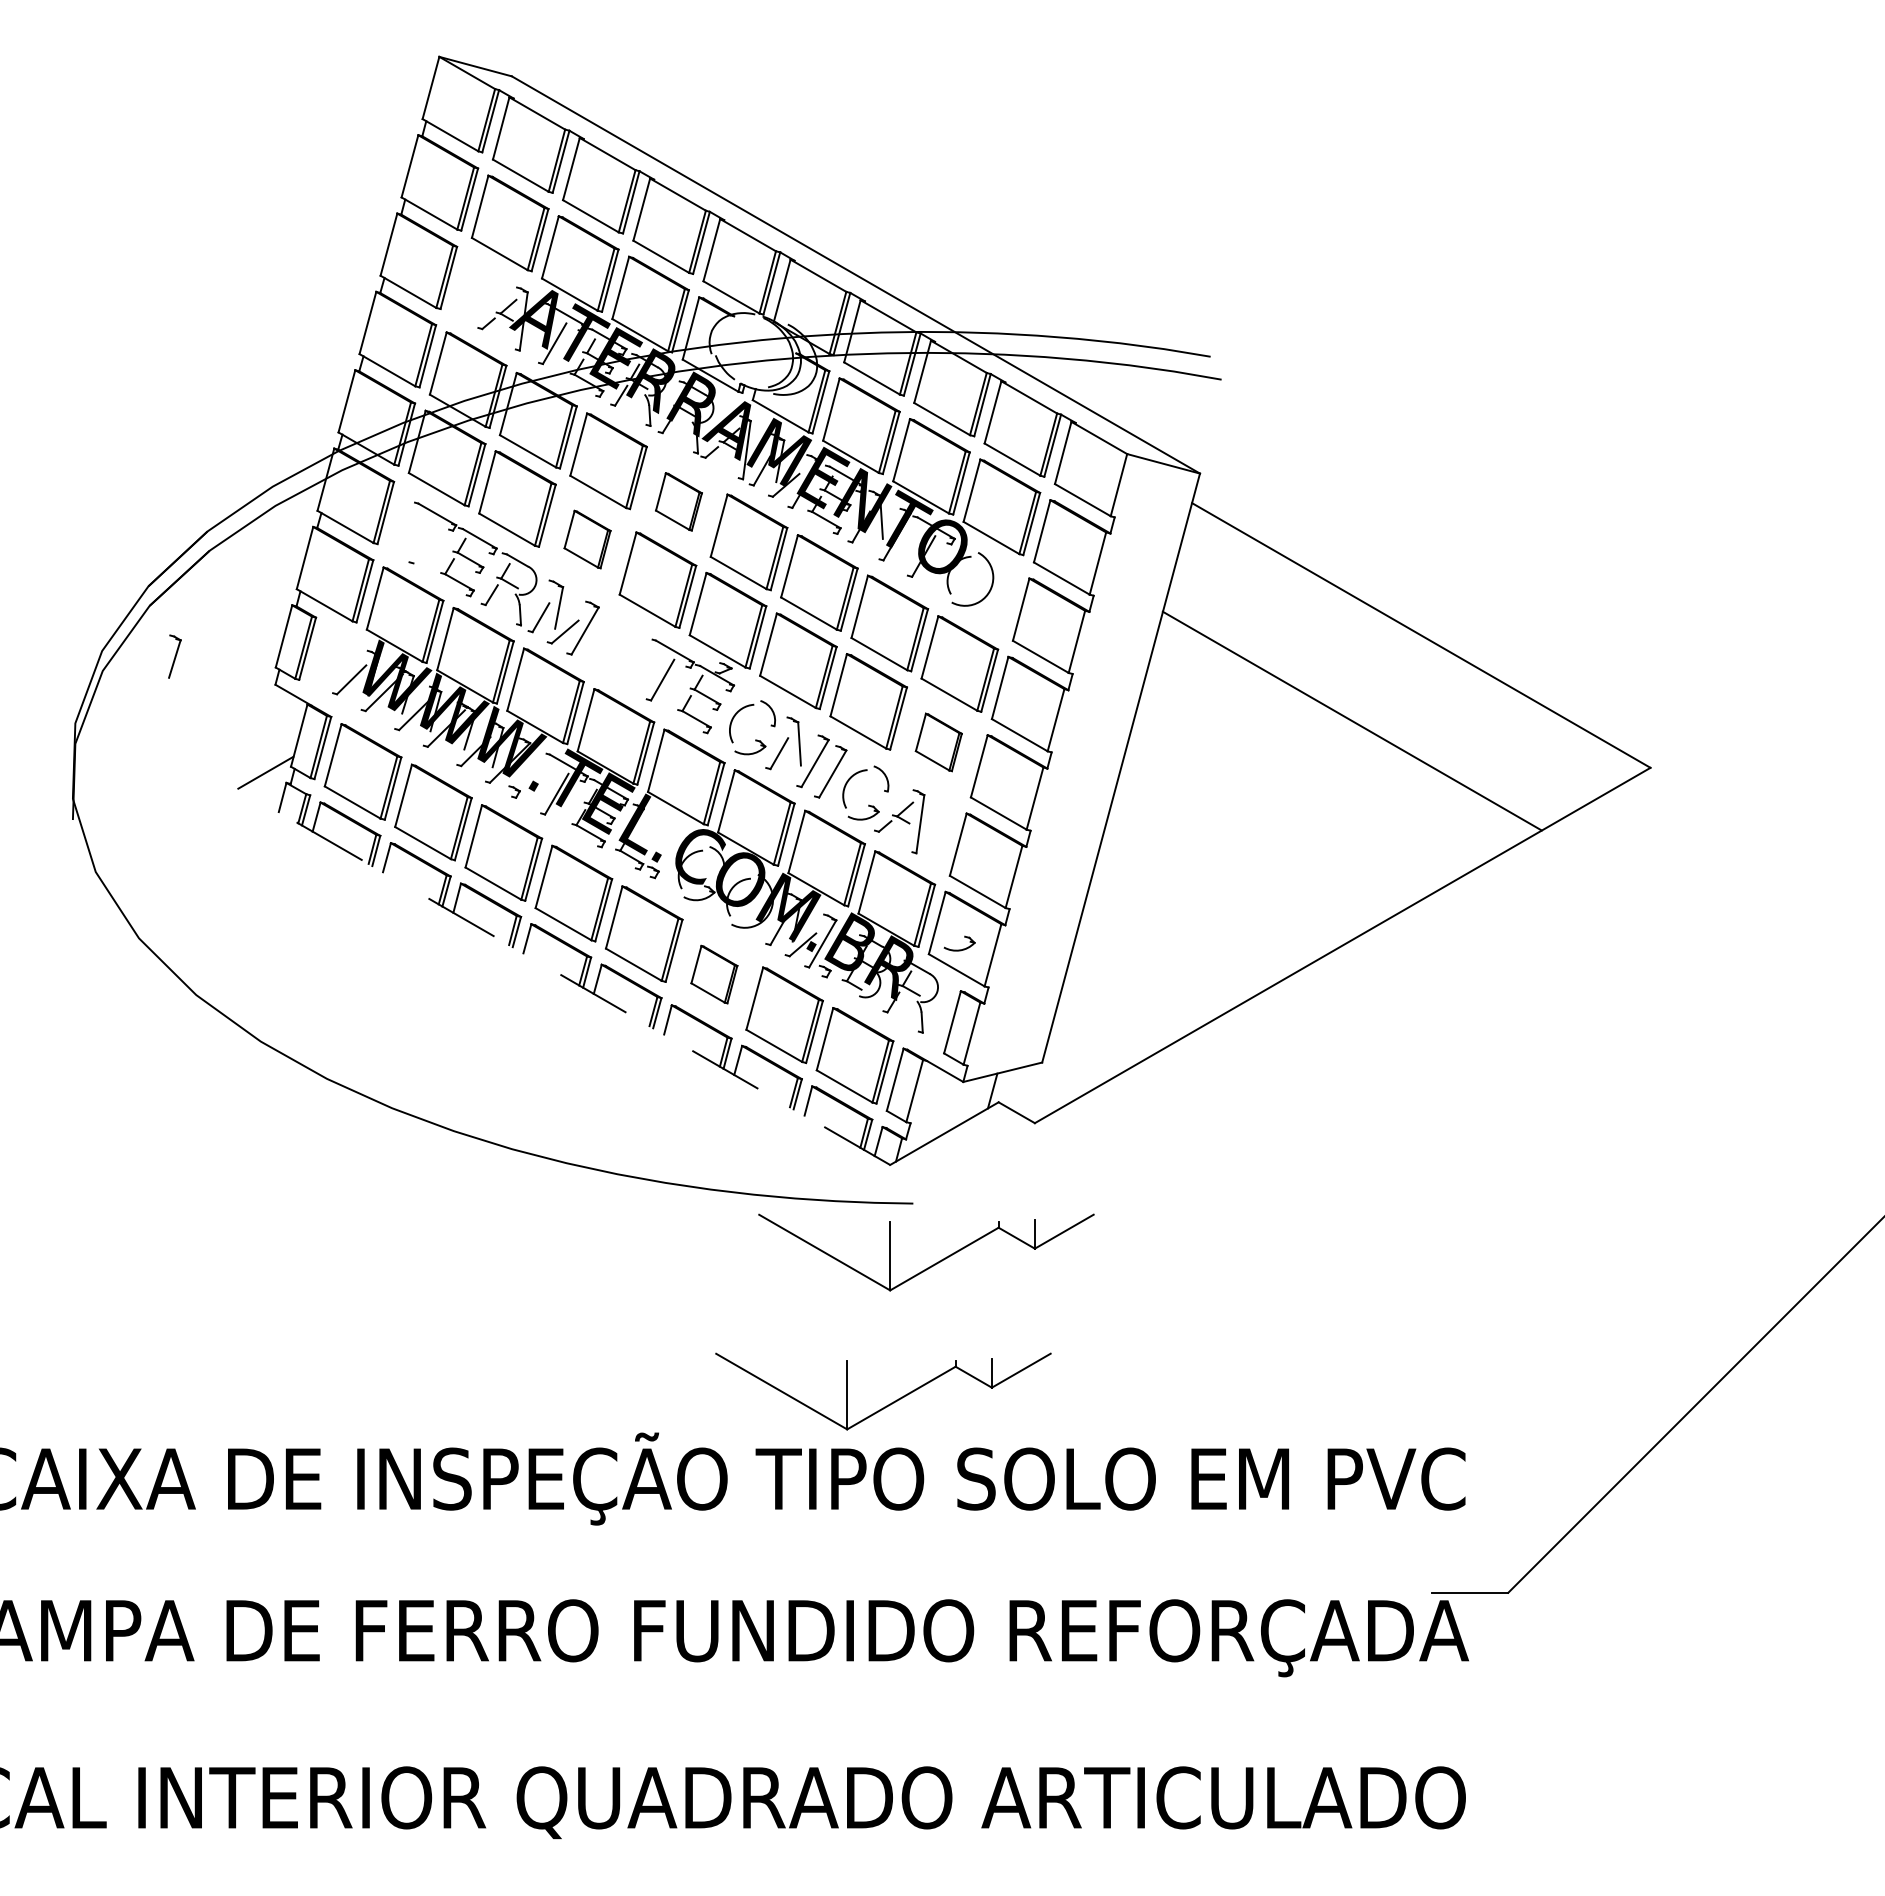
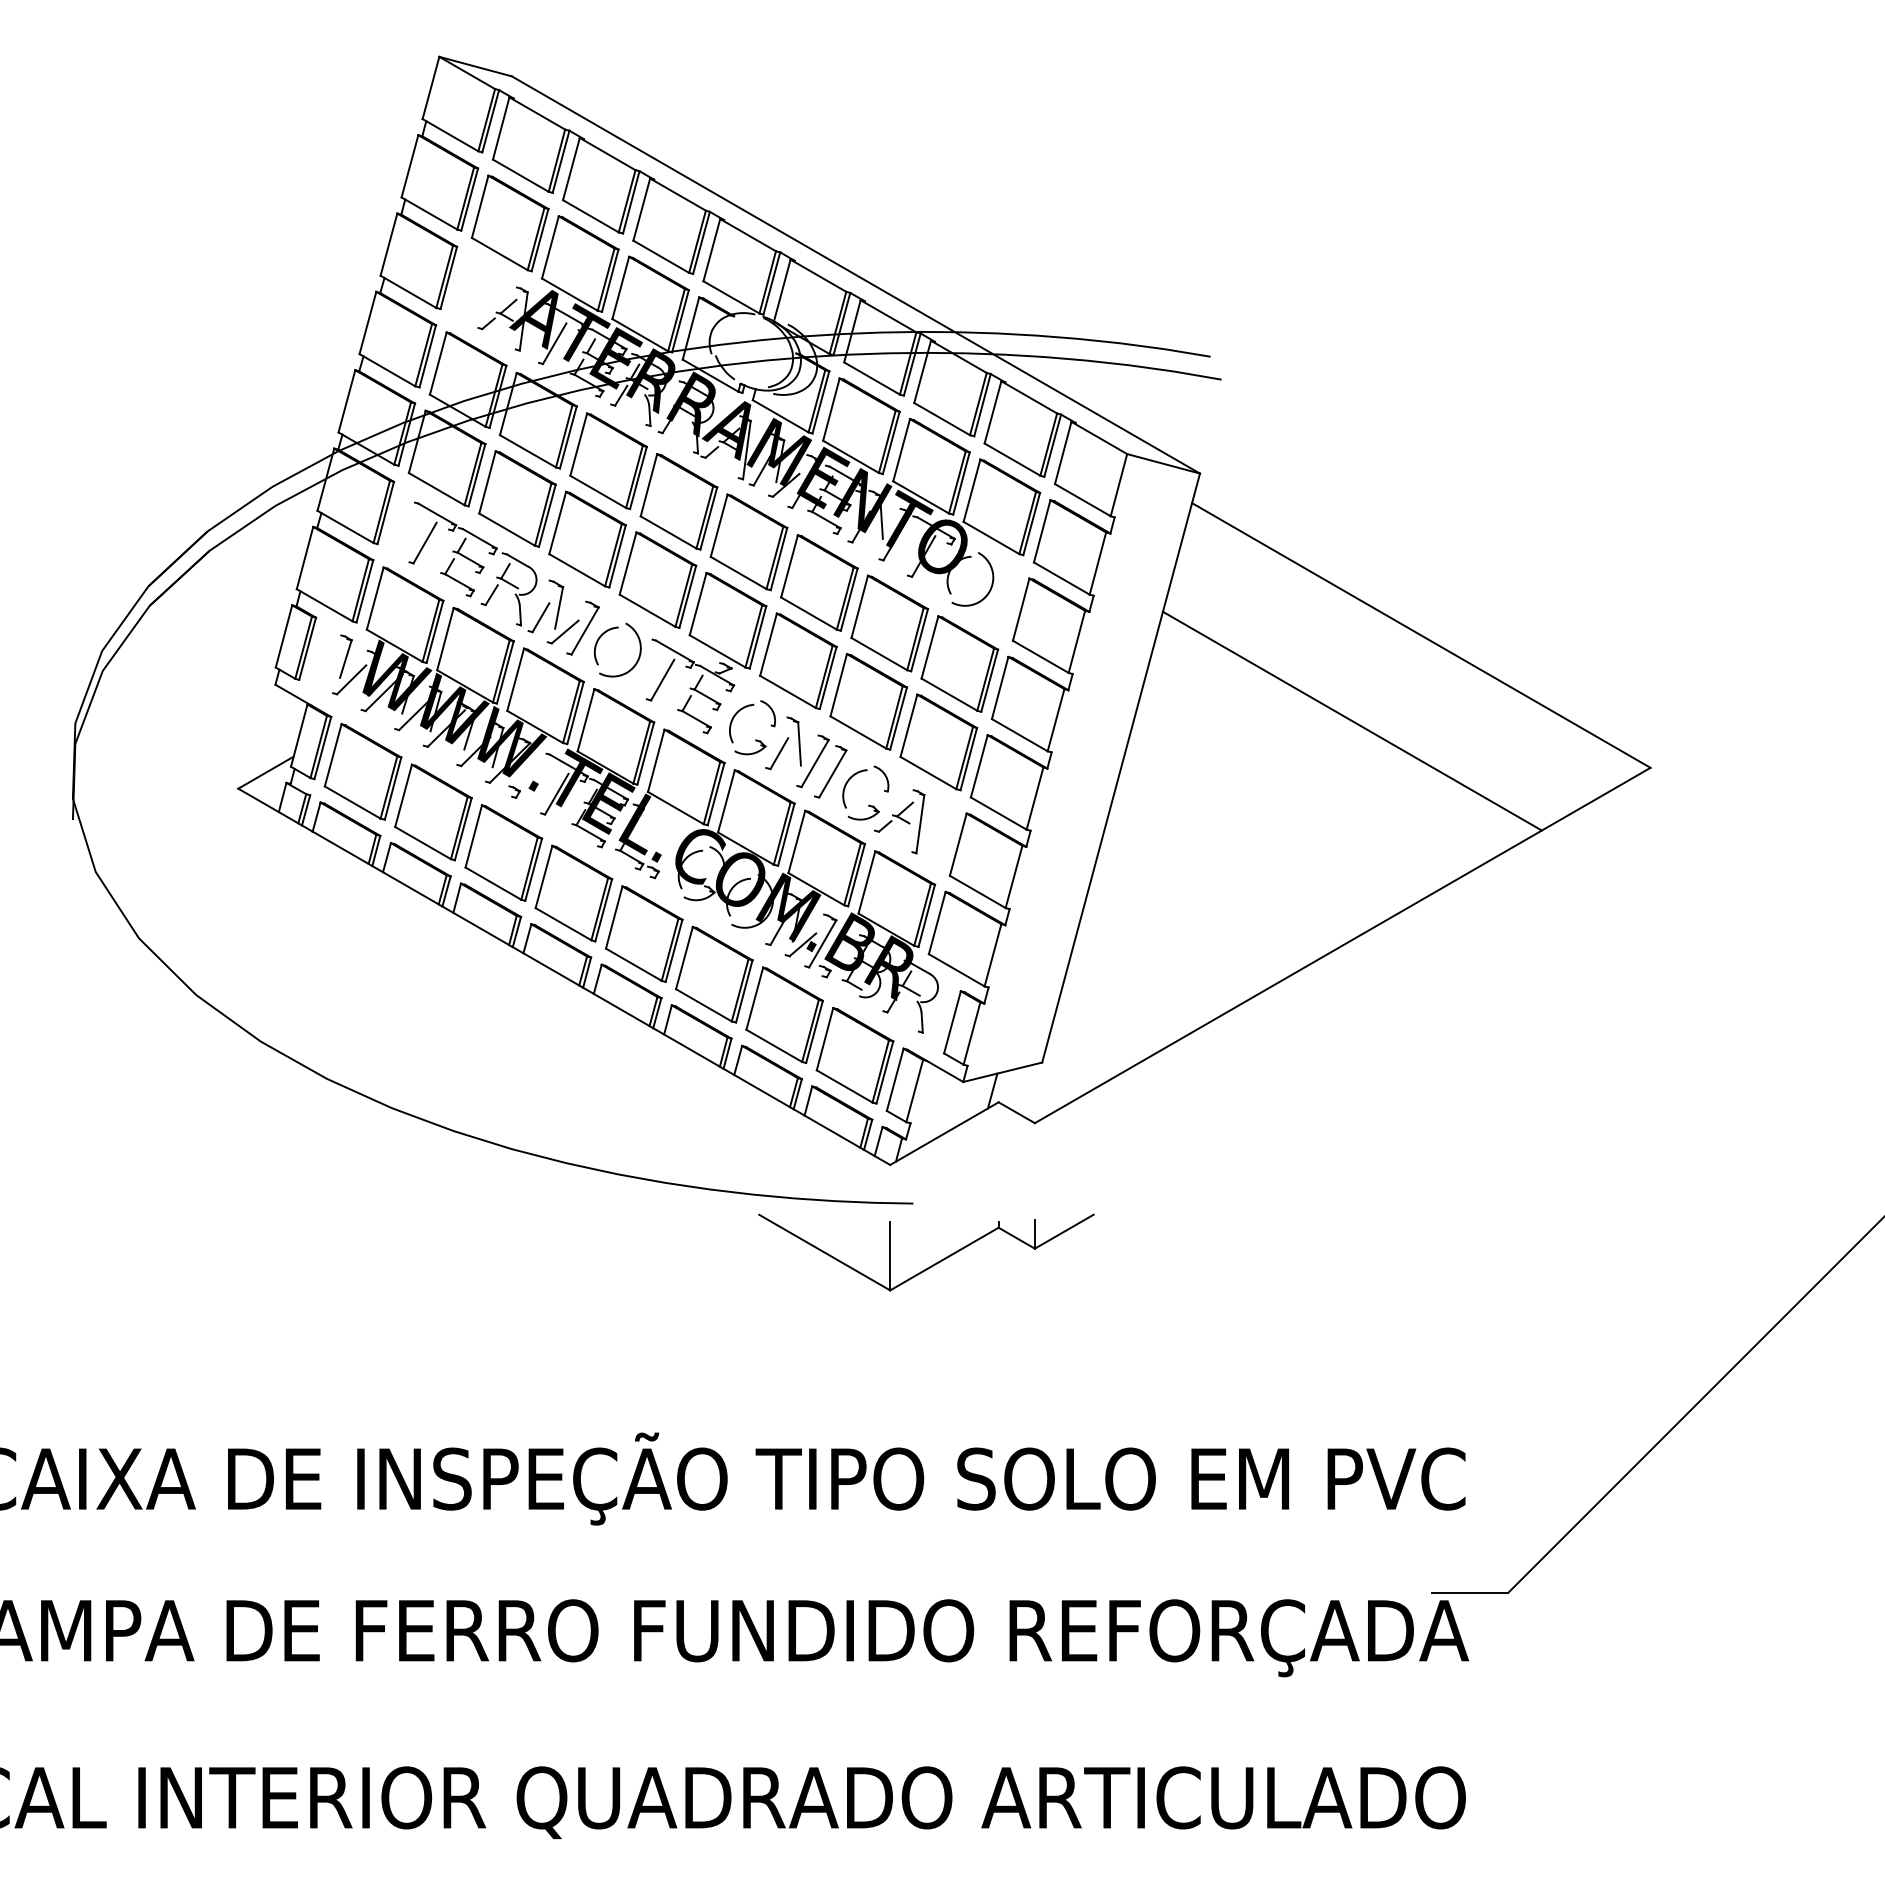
part at (678, 501) size: 48x60 px -> 80x98 px
part at (587, 539) size: 49x61 px -> 79x99 px
line at (424, 542): none -> present
part at (605, 633): none -> present
part at (174, 656) position: (174, 656) -> (345, 656)
part at (938, 742) size: 49x61 px -> 80x99 px
part at (959, 943): present -> none
part at (714, 974) size: 49x61 px -> 79x99 px
line at (563, 976): dashed -> solid
part at (889, 1403): present -> none
